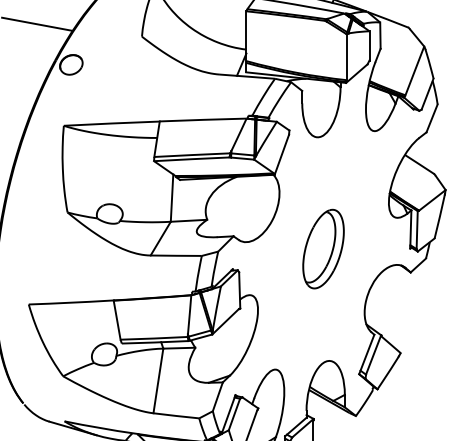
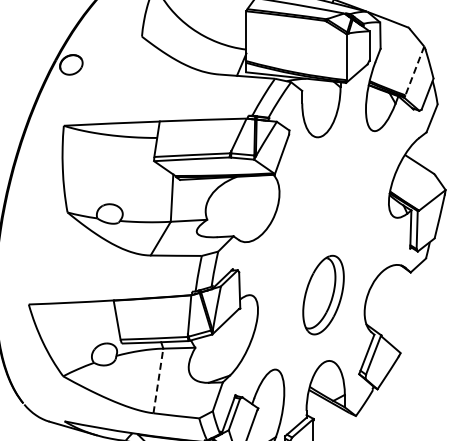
line at (37, 23): present -> none
line at (414, 71): solid -> dashed
part at (323, 248) position: (323, 248) -> (323, 294)
line at (158, 380): solid -> dashed
